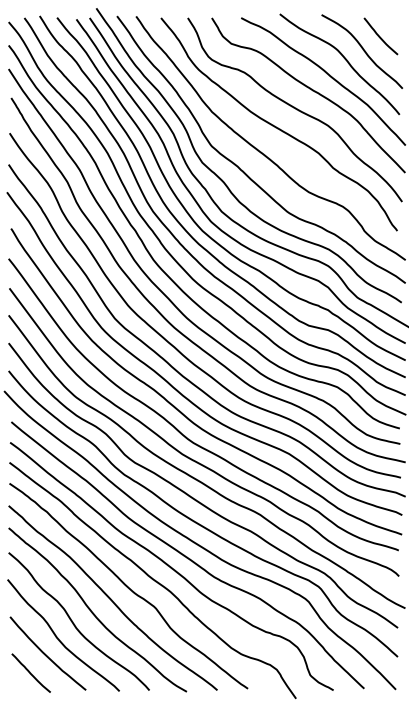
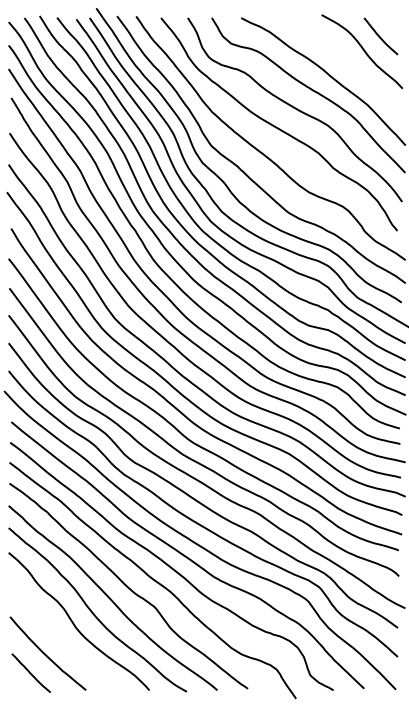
curve at (343, 58): present -> none
curve at (58, 637): present -> none
